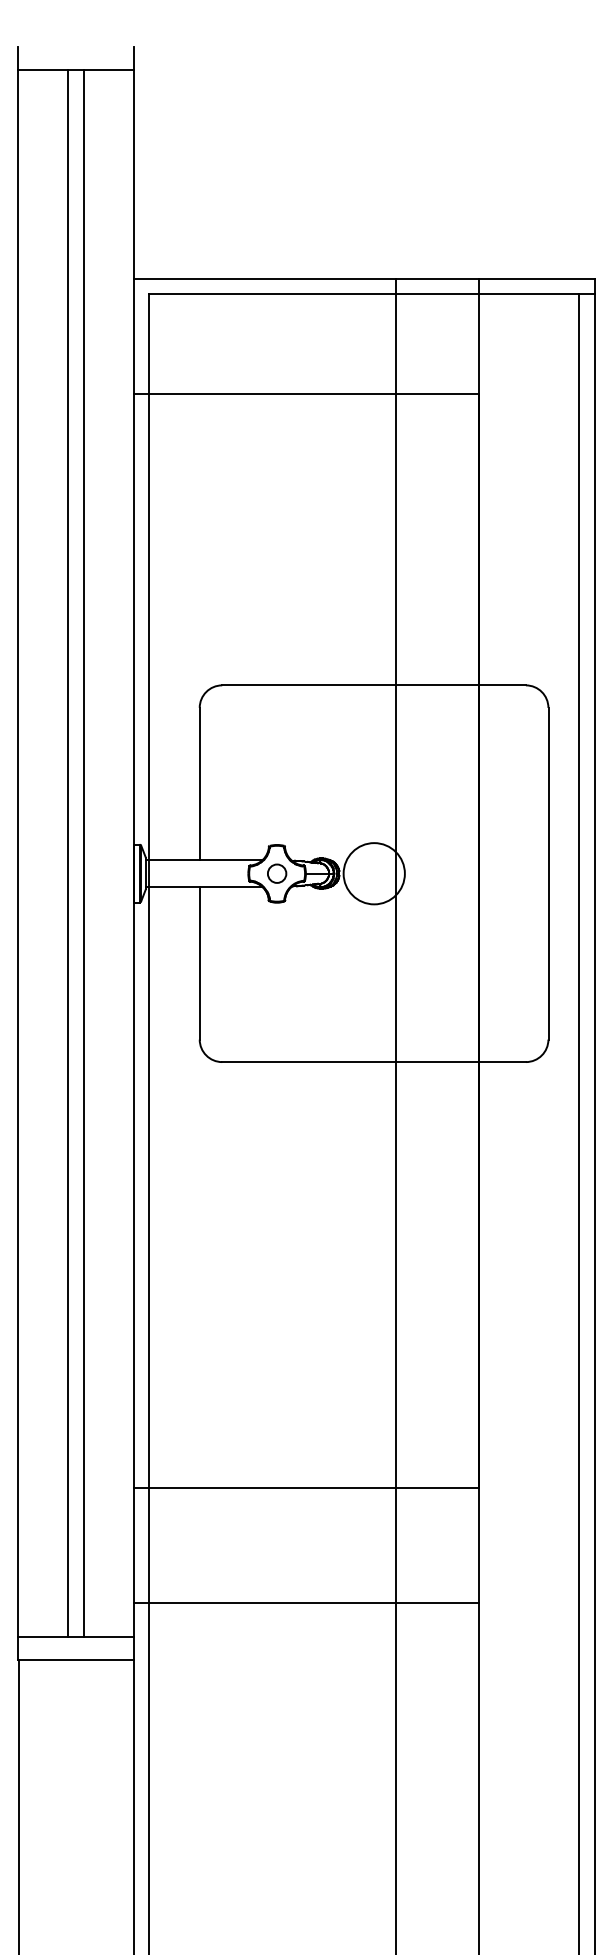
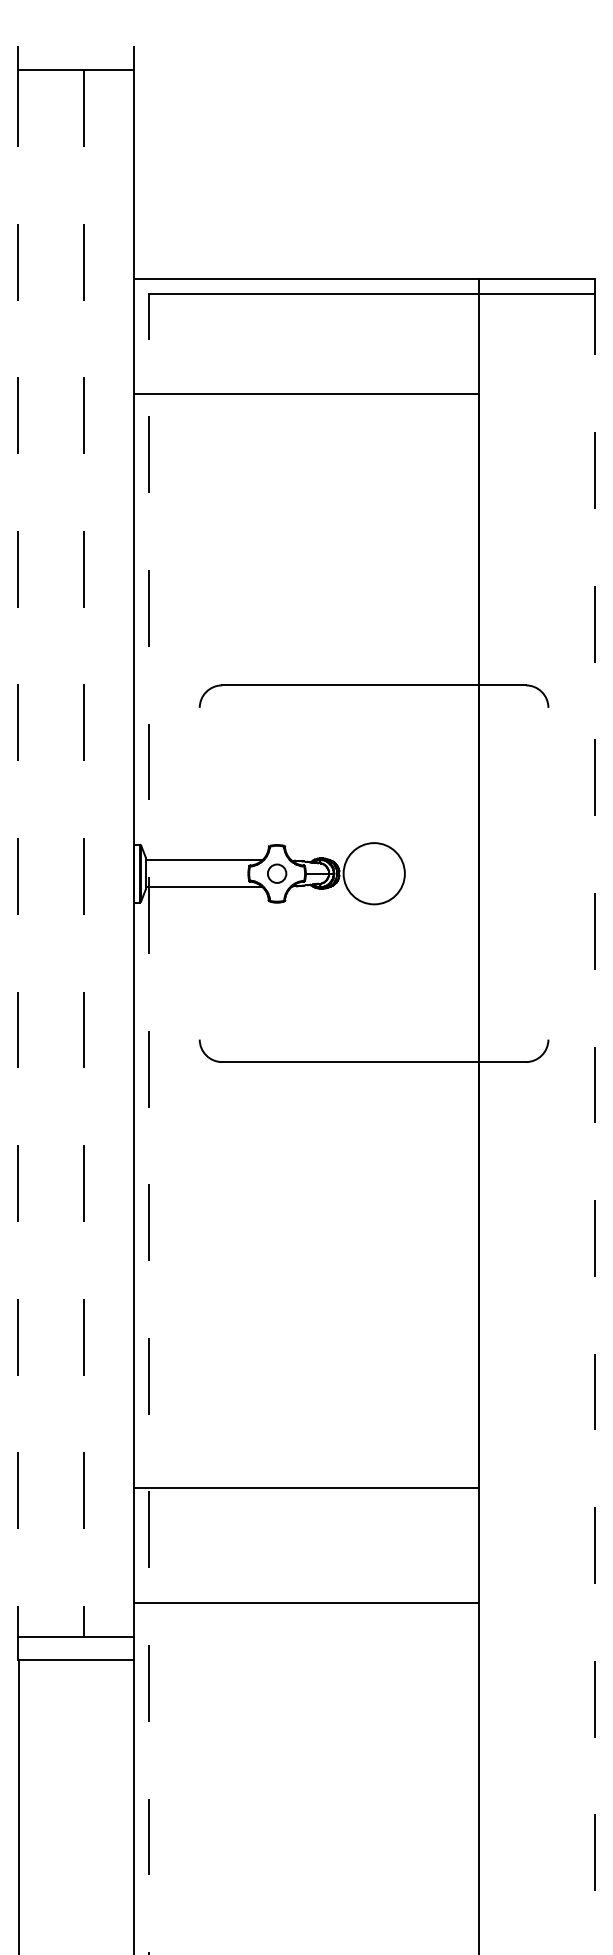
line at (199, 783): present -> none
line at (18, 853): solid -> dashed
line at (68, 853): present -> none
line at (83, 853): solid -> dashed
line at (548, 873): present -> none
line at (199, 963): present -> none
line at (396, 1114): present -> none
line at (594, 1116): solid -> dashed
line at (579, 1122): present -> none
line at (149, 1123): solid -> dashed
